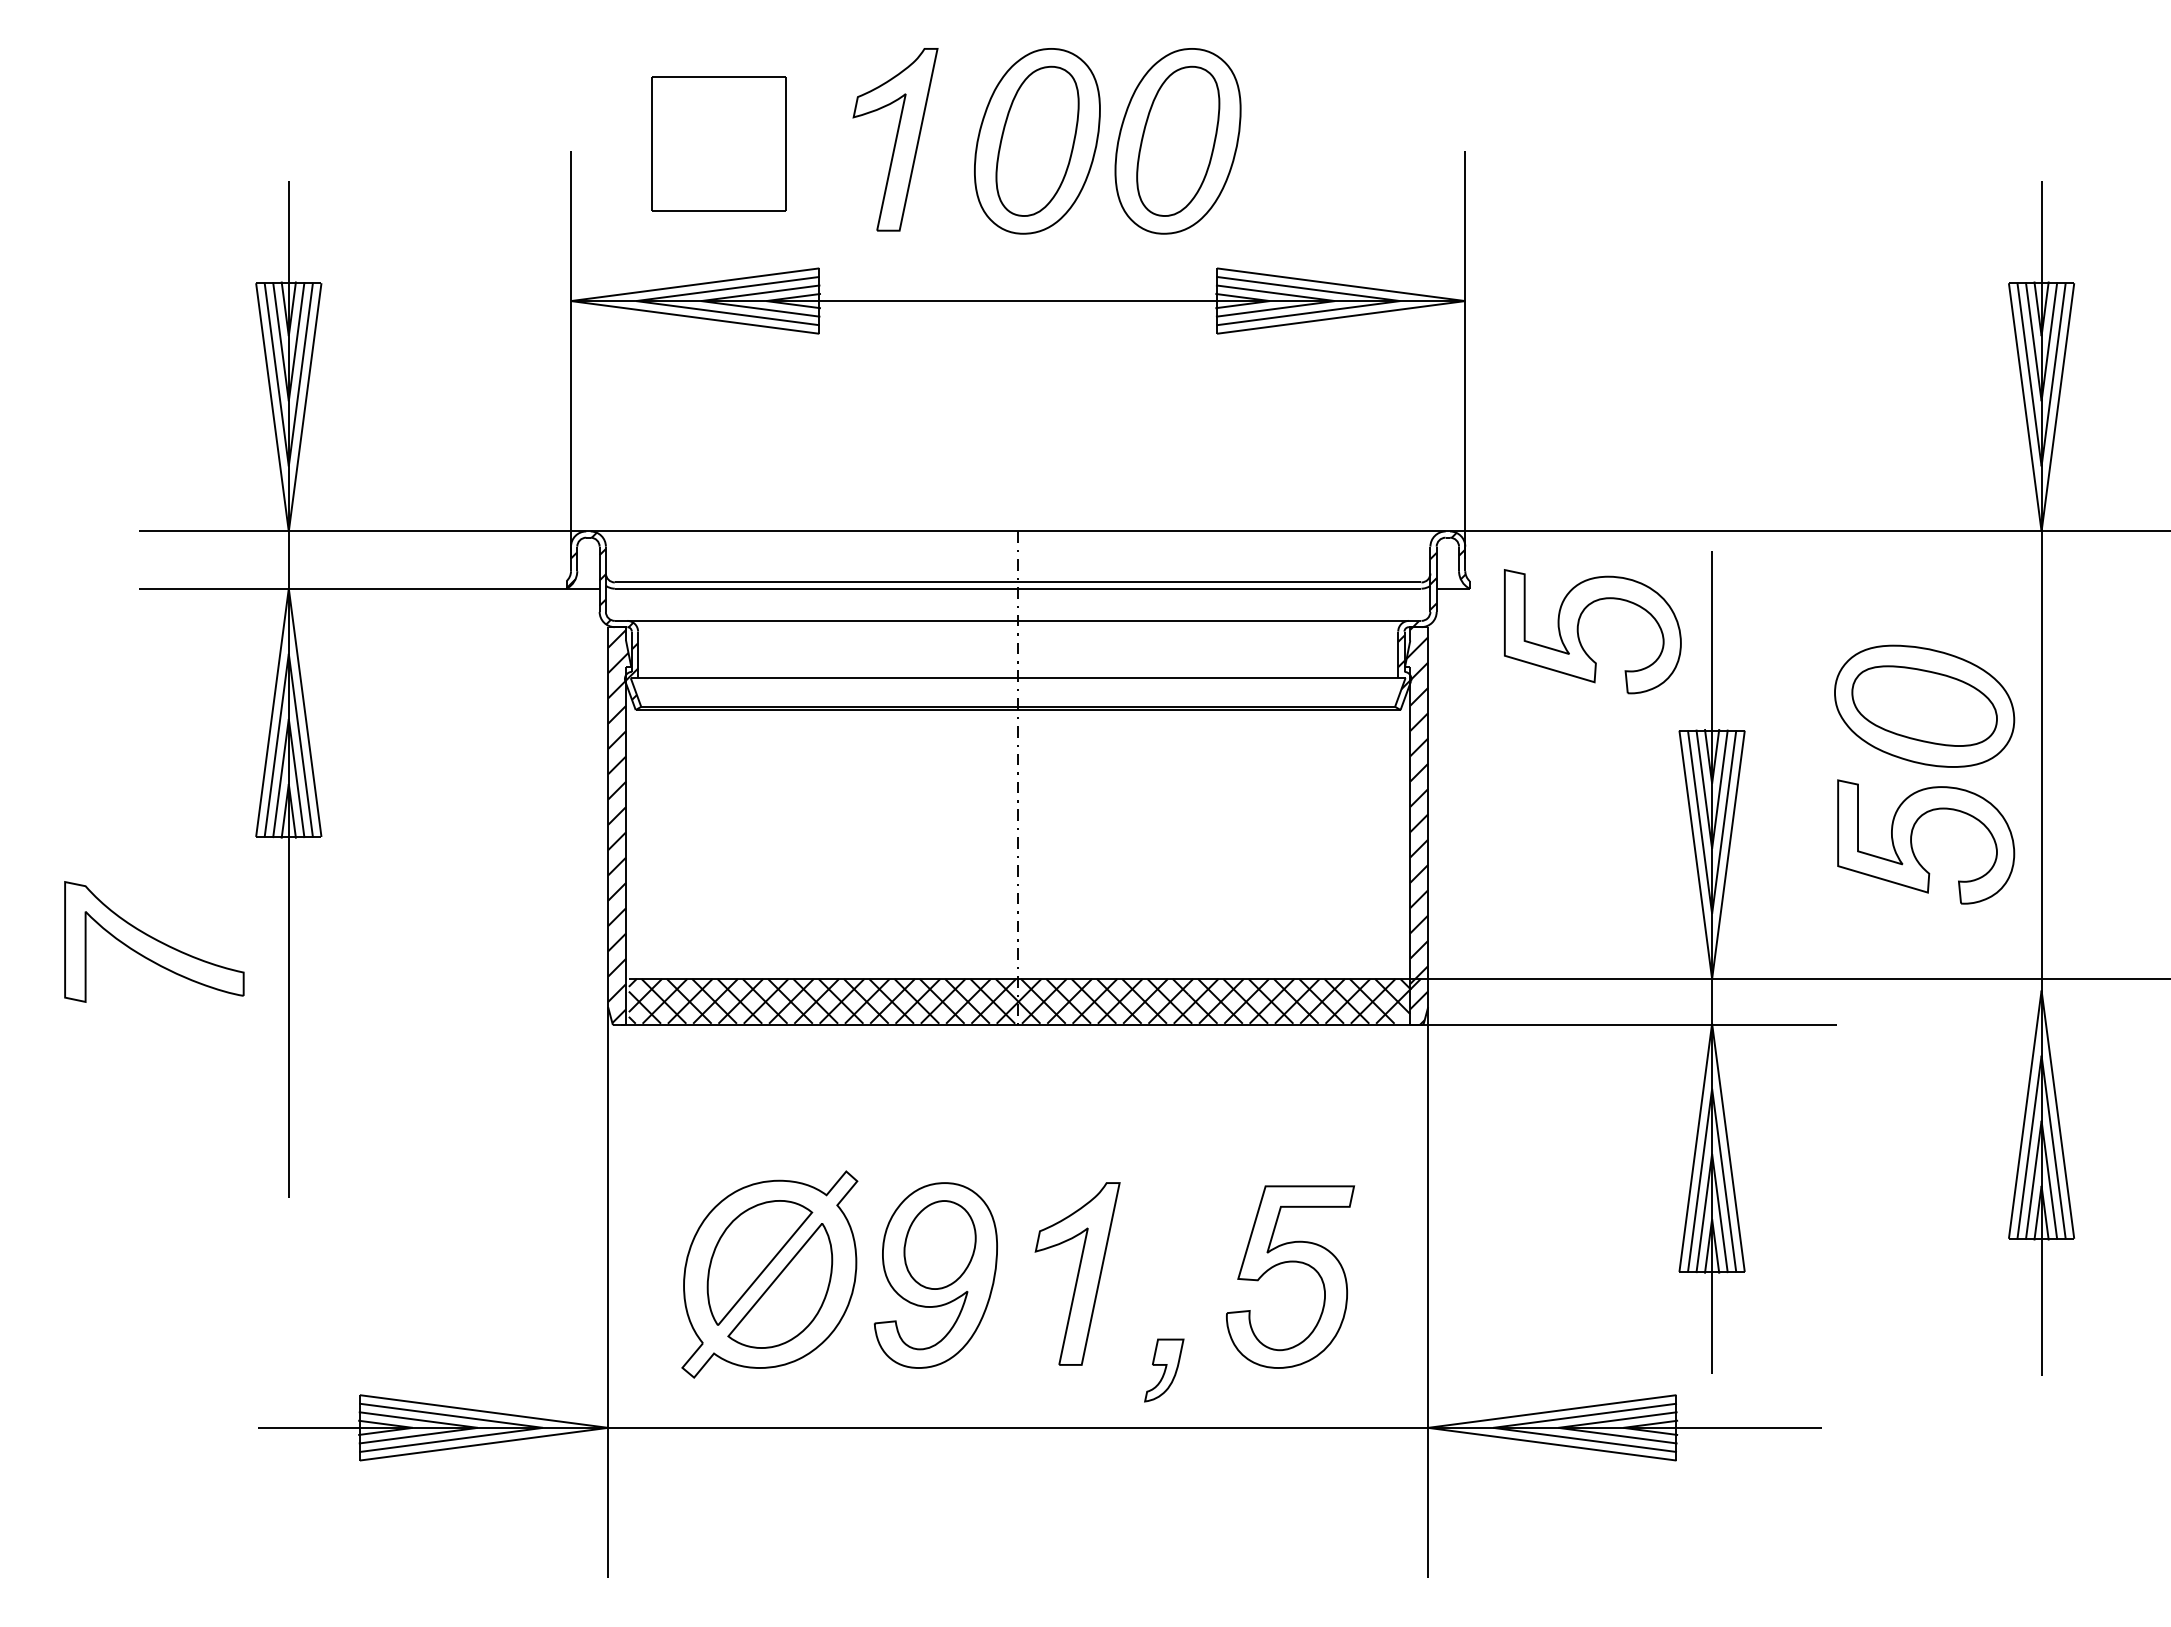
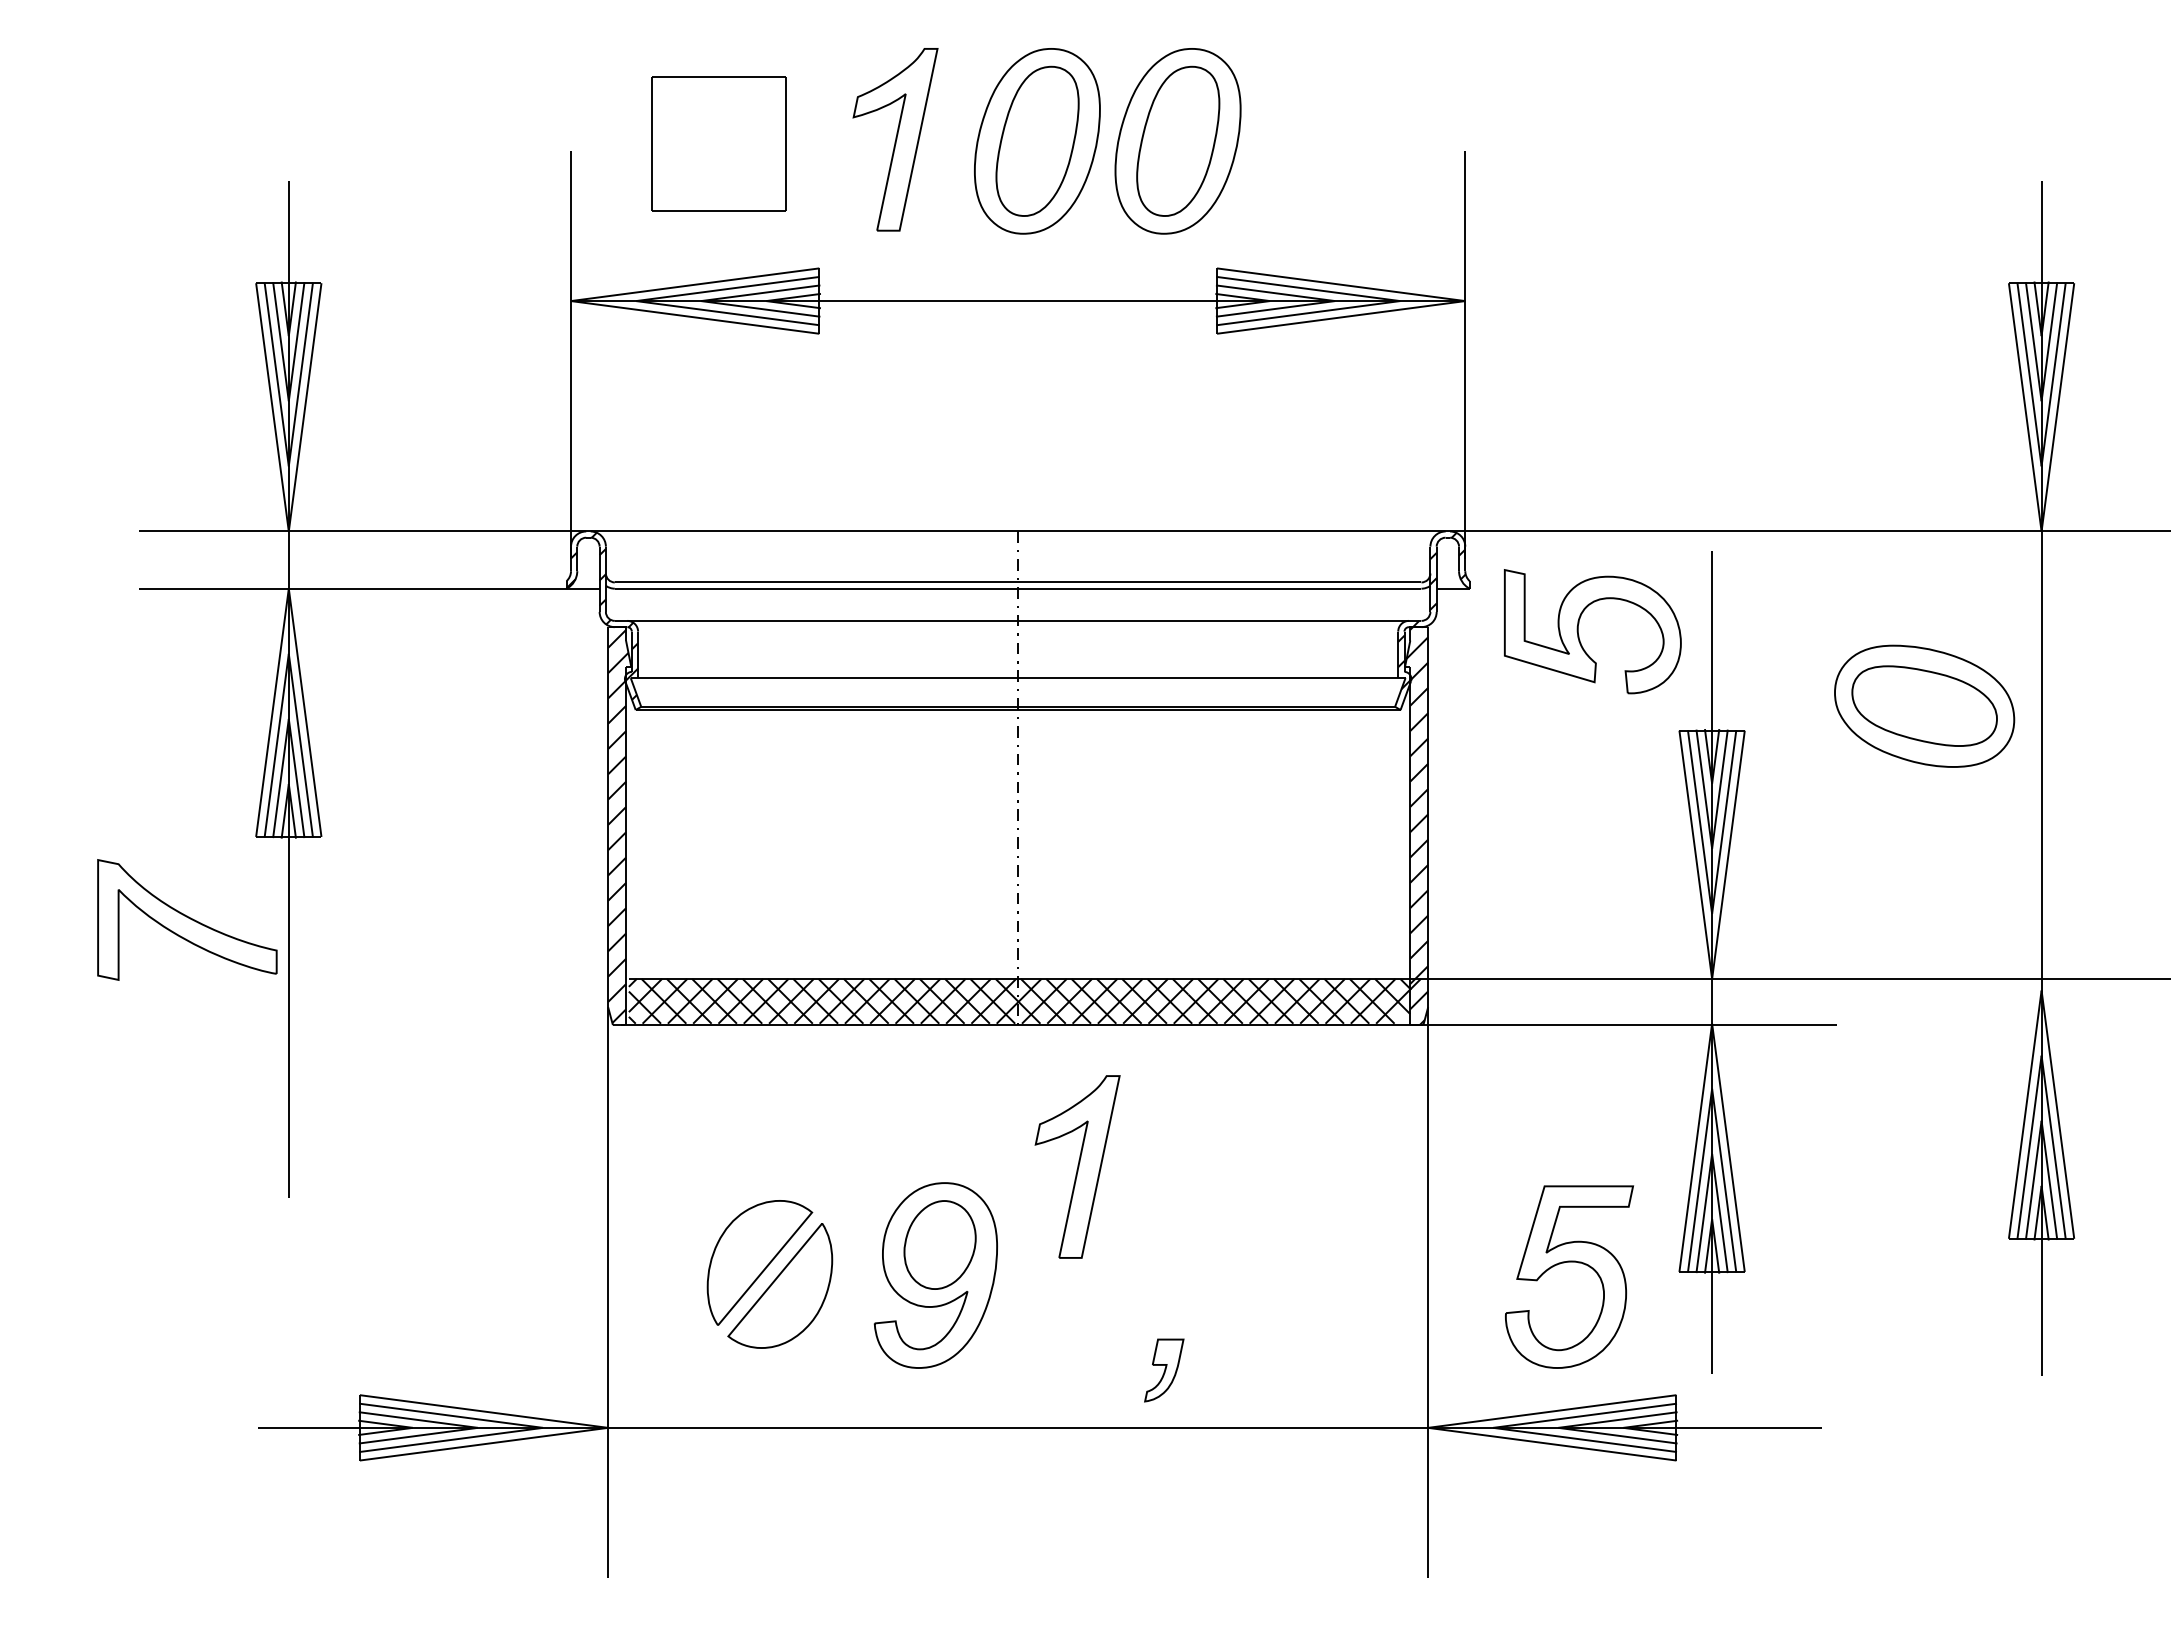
part at (1912, 843): present -> none
part at (154, 941) position: (154, 941) -> (187, 919)
part at (1285, 1263) position: (1285, 1263) -> (1564, 1263)
part at (1077, 1273) position: (1077, 1273) -> (1077, 1166)
part at (769, 1274): present -> none
